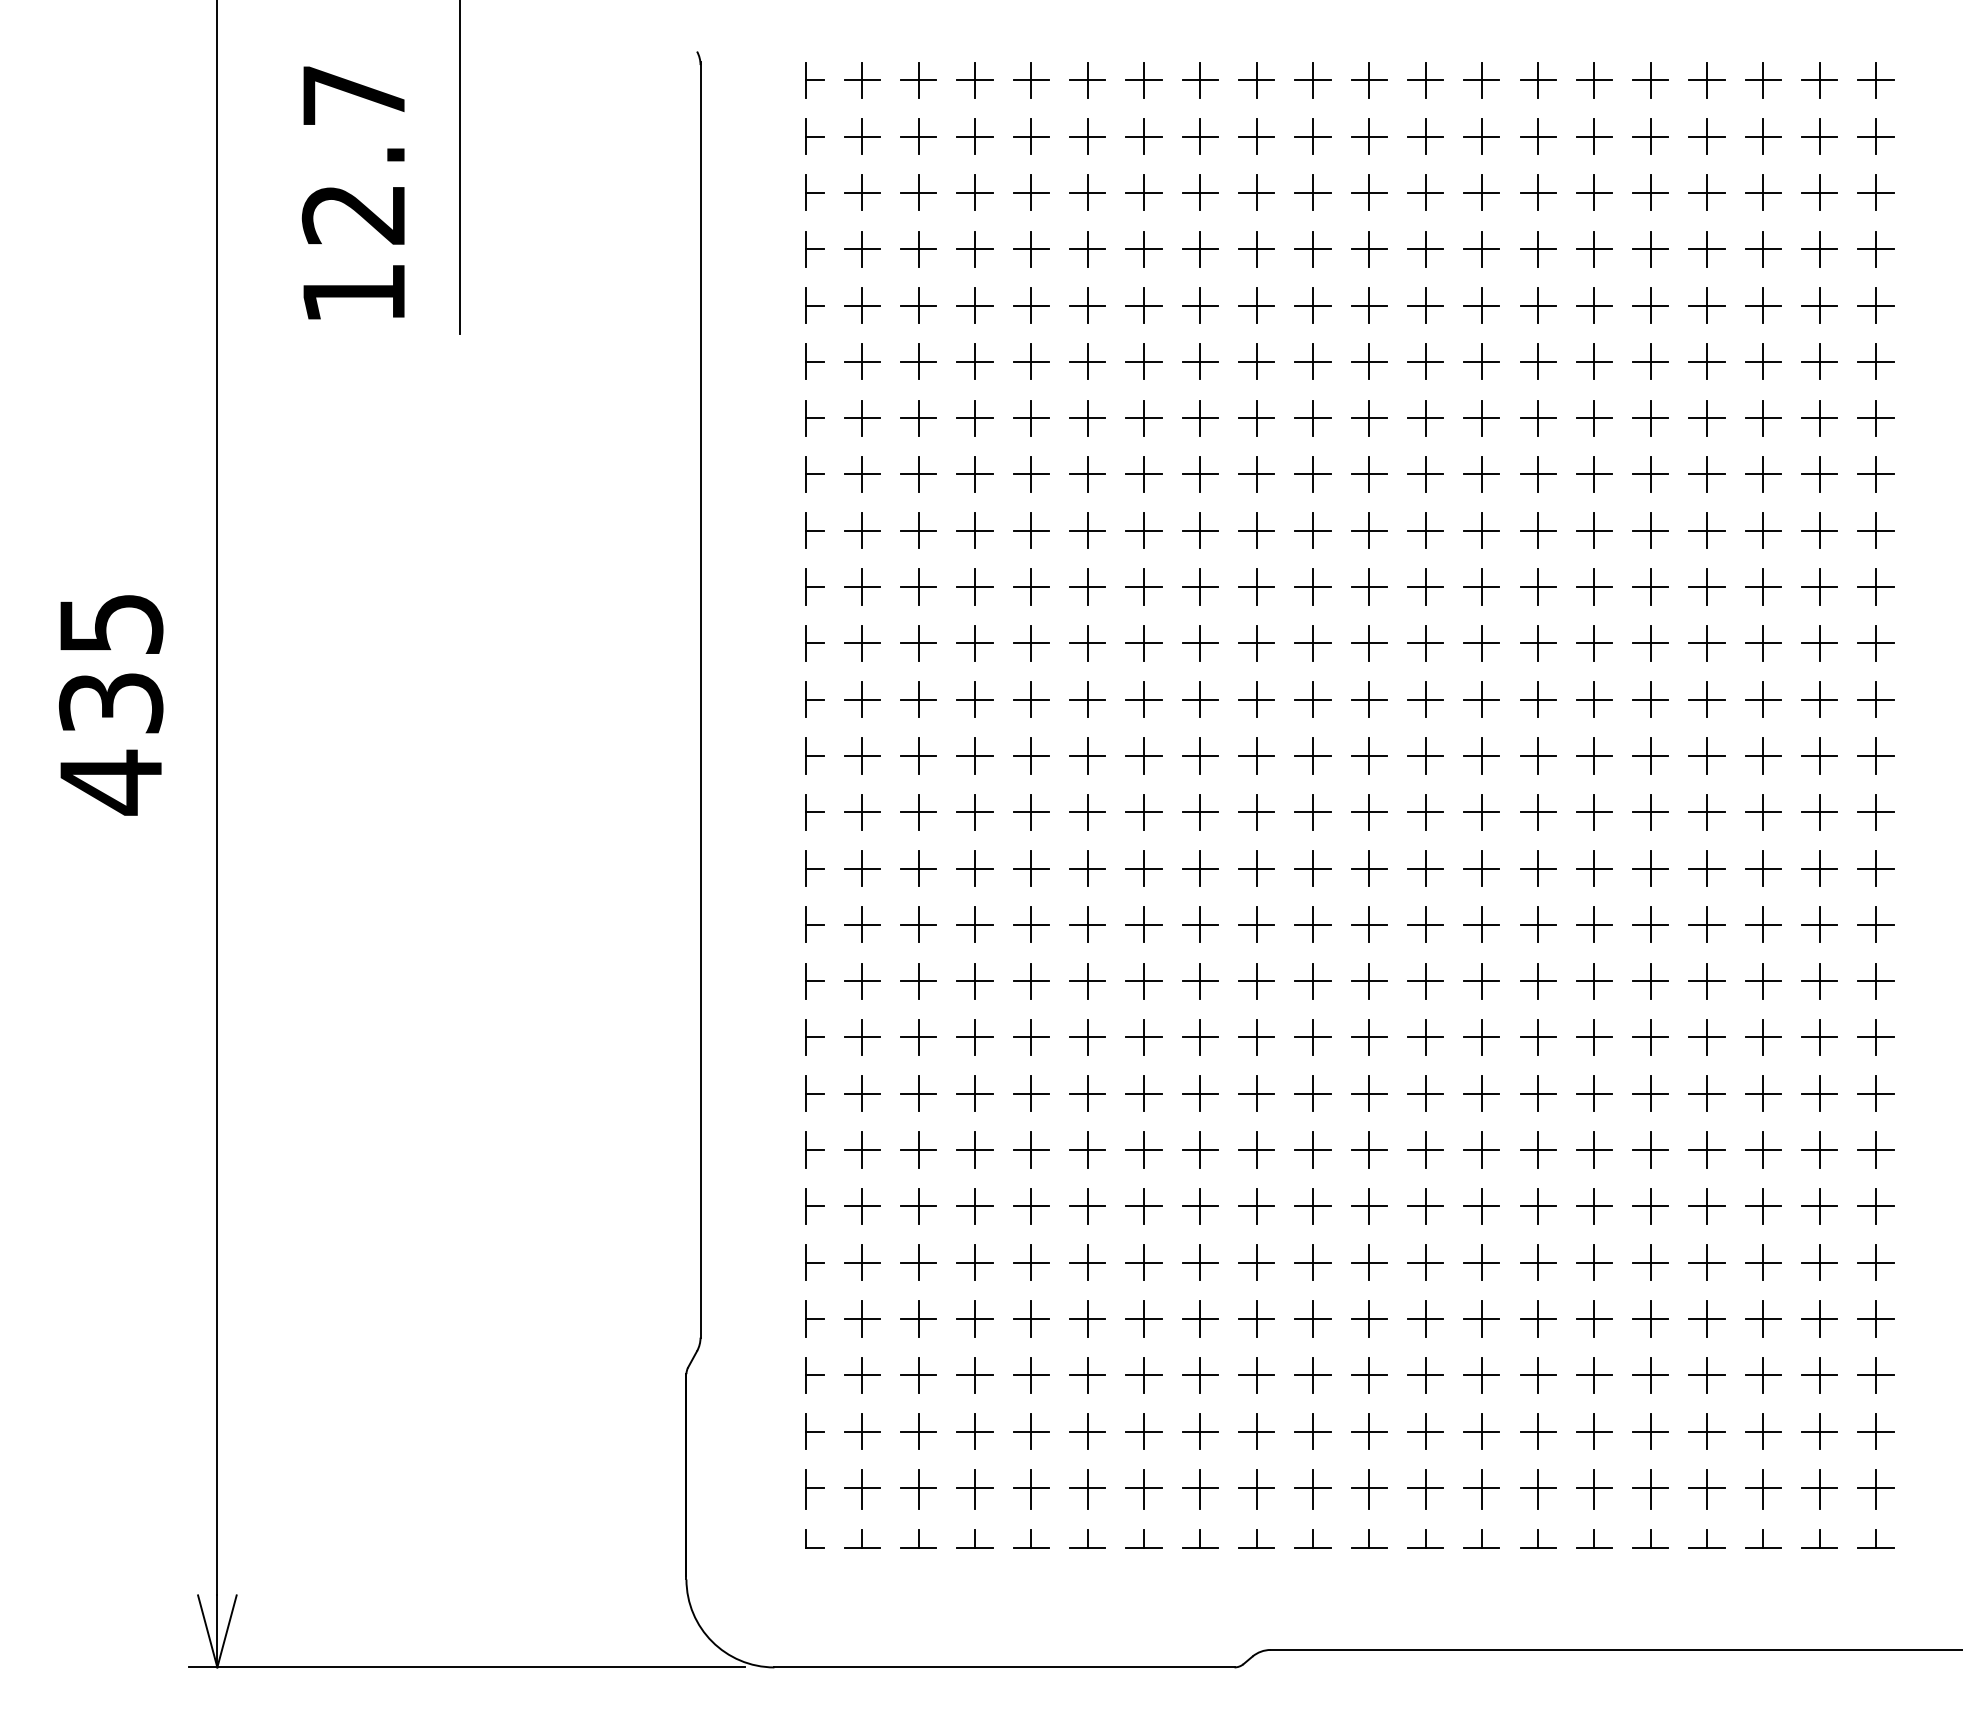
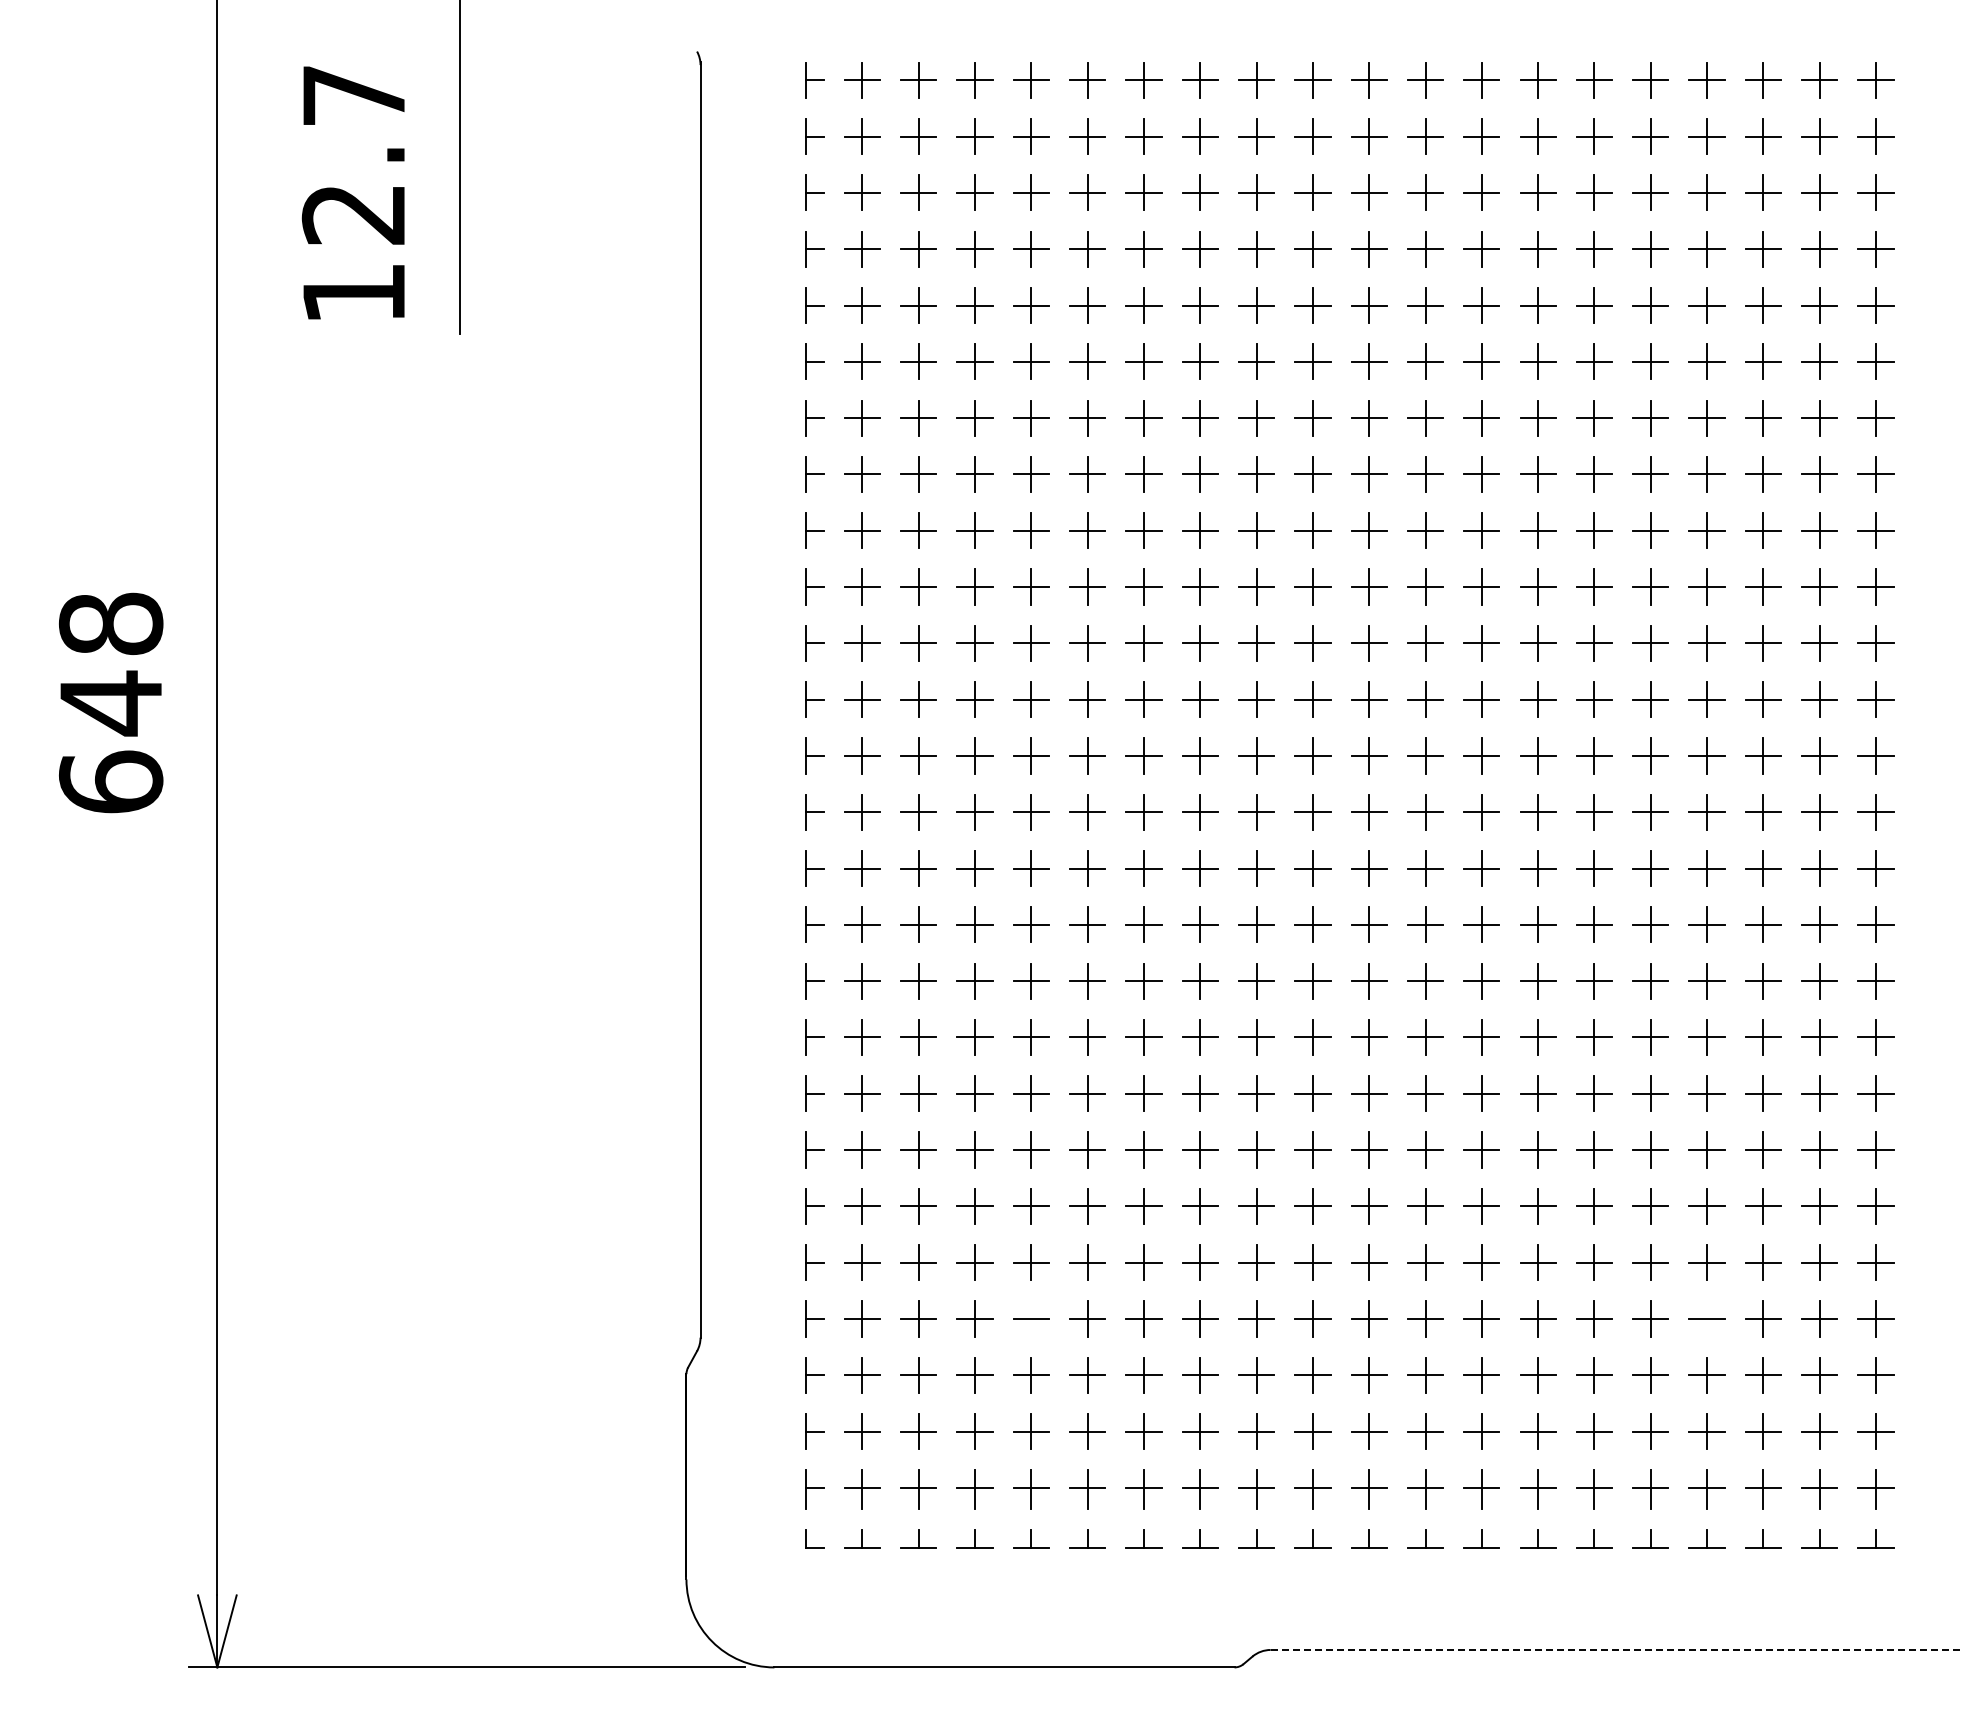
text at (110, 703): 435 -> 648
line at (1031, 1318): present -> none
line at (1707, 1318): present -> none
line at (1616, 1649): solid -> dashed
